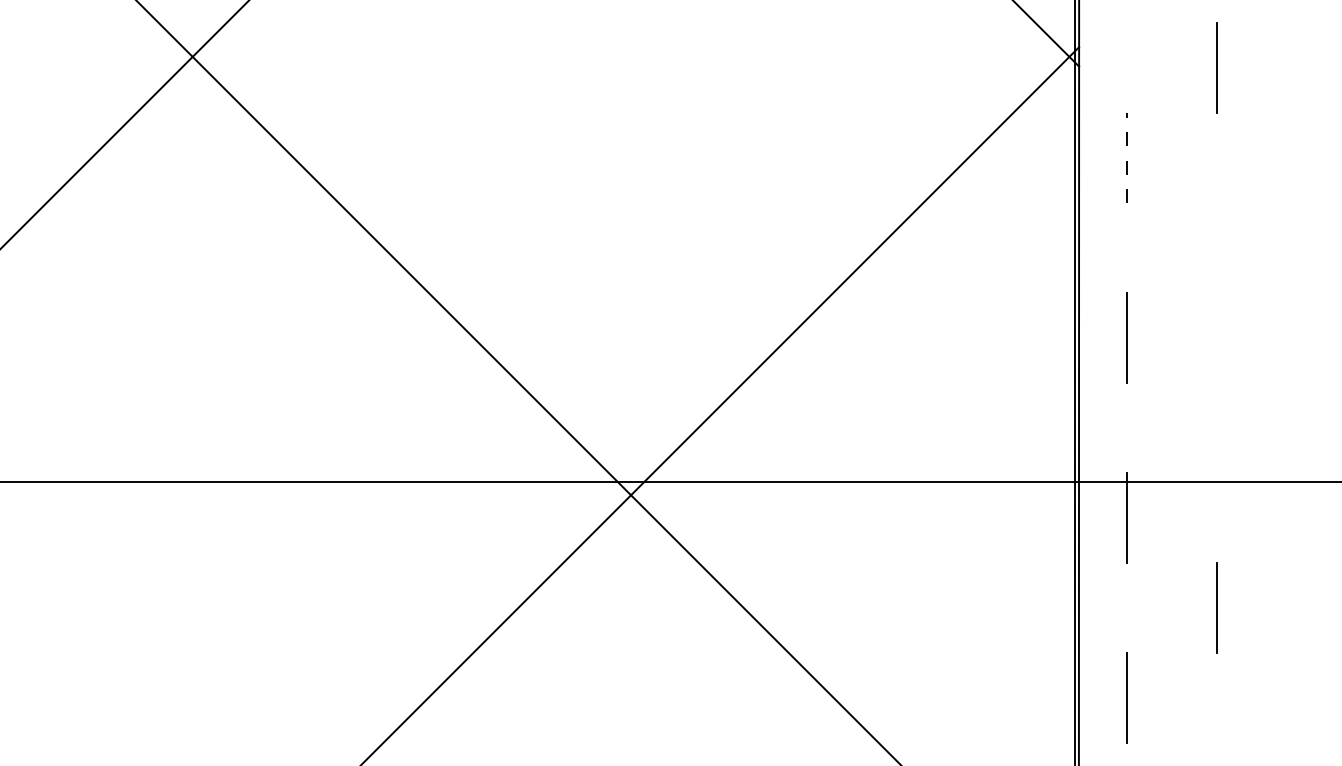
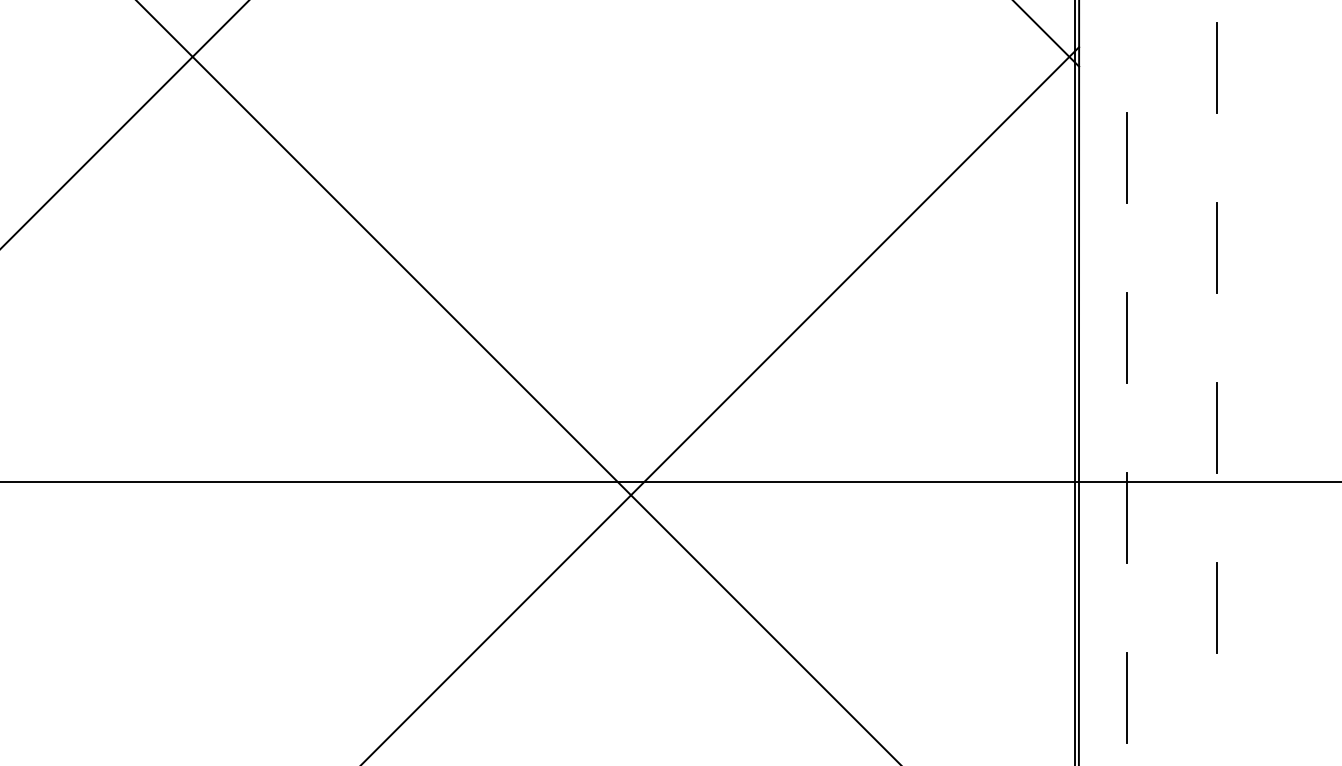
line at (1127, 158): dashed -> solid
line at (1216, 248): none -> present
line at (1216, 427): none -> present
